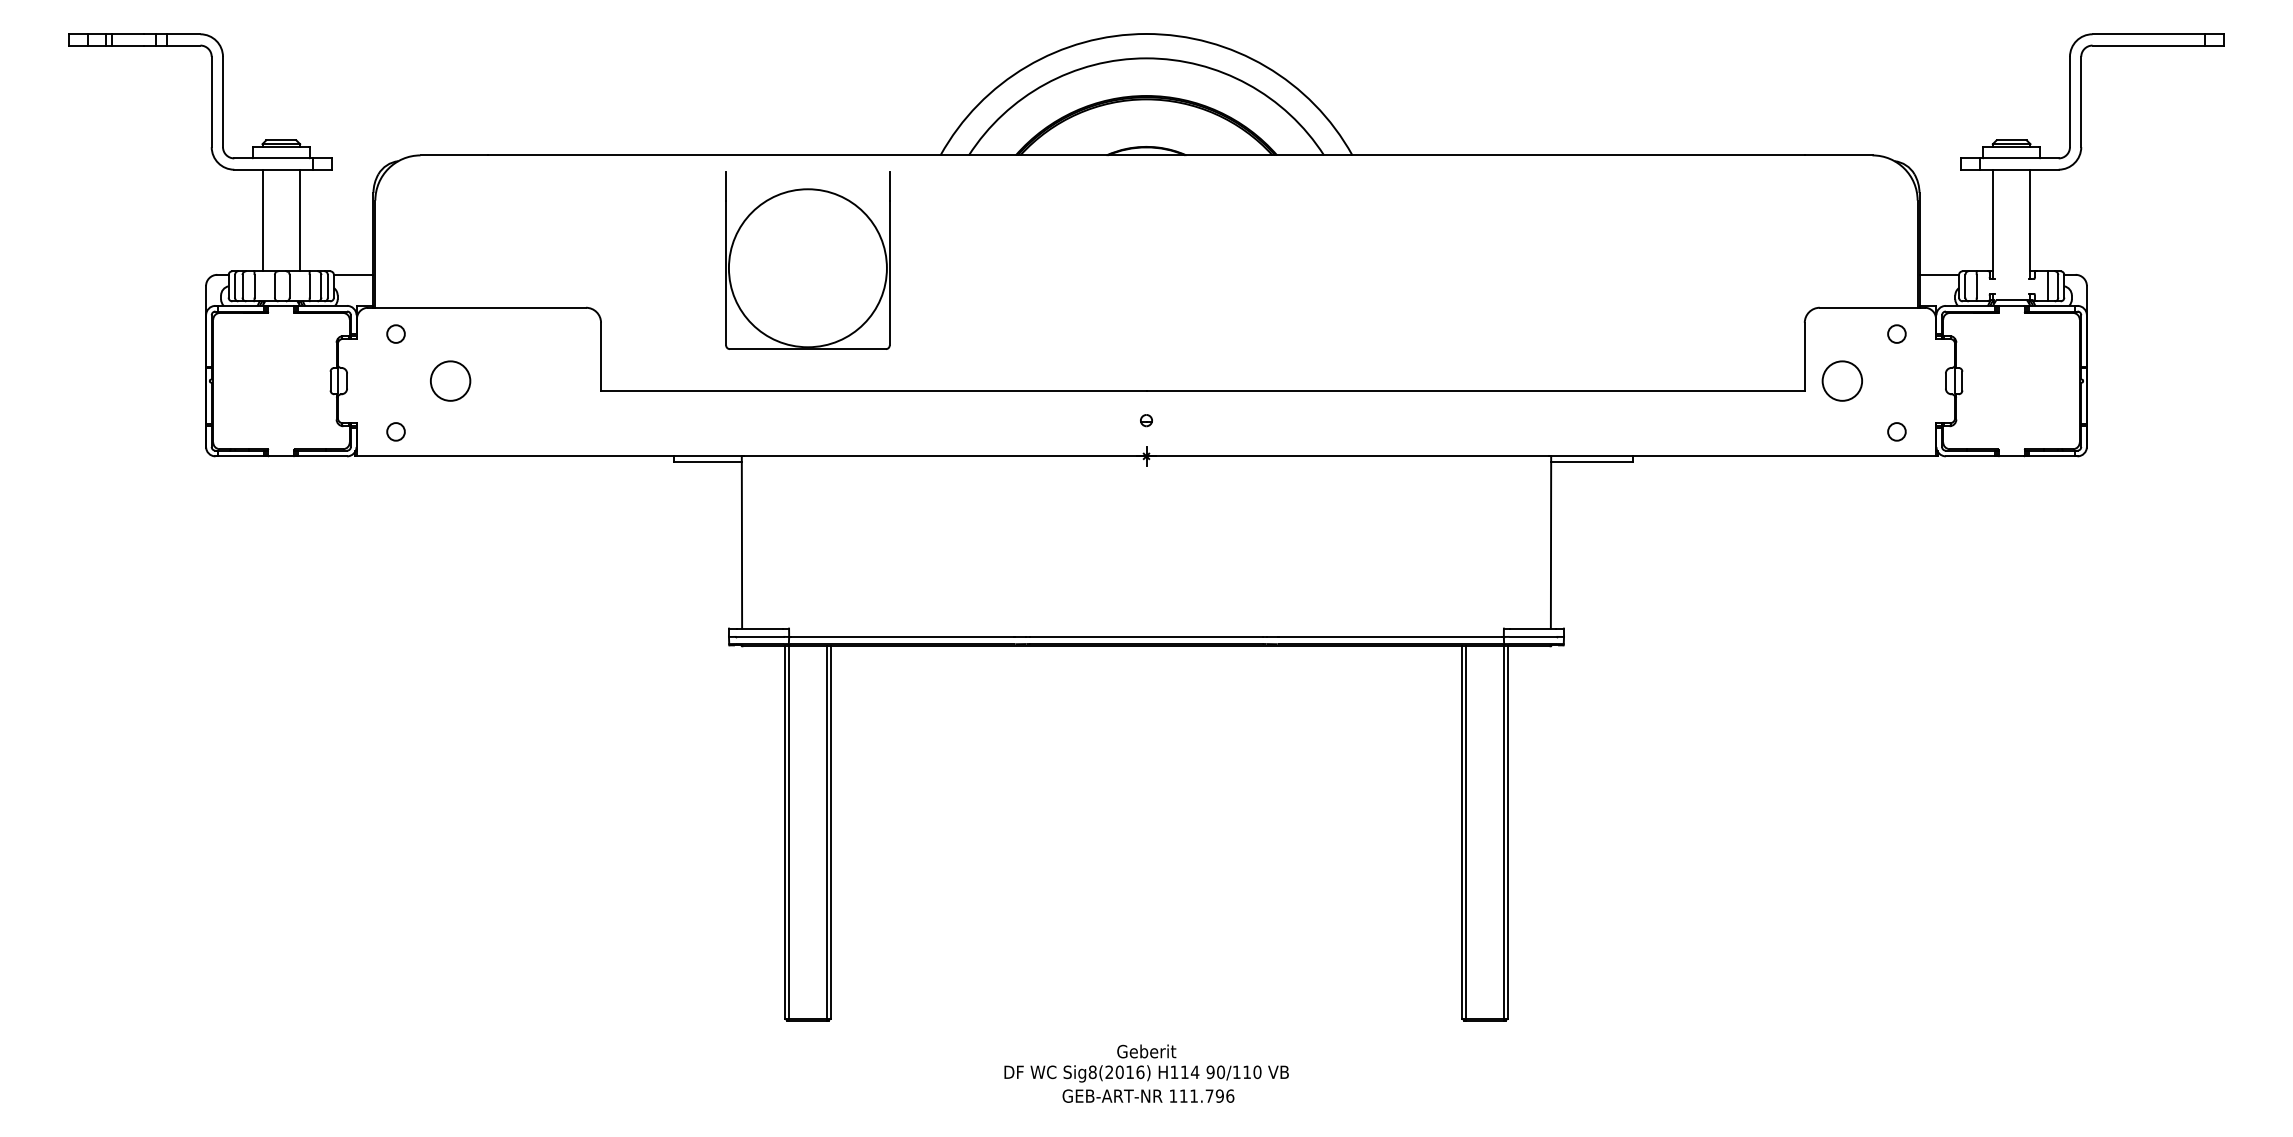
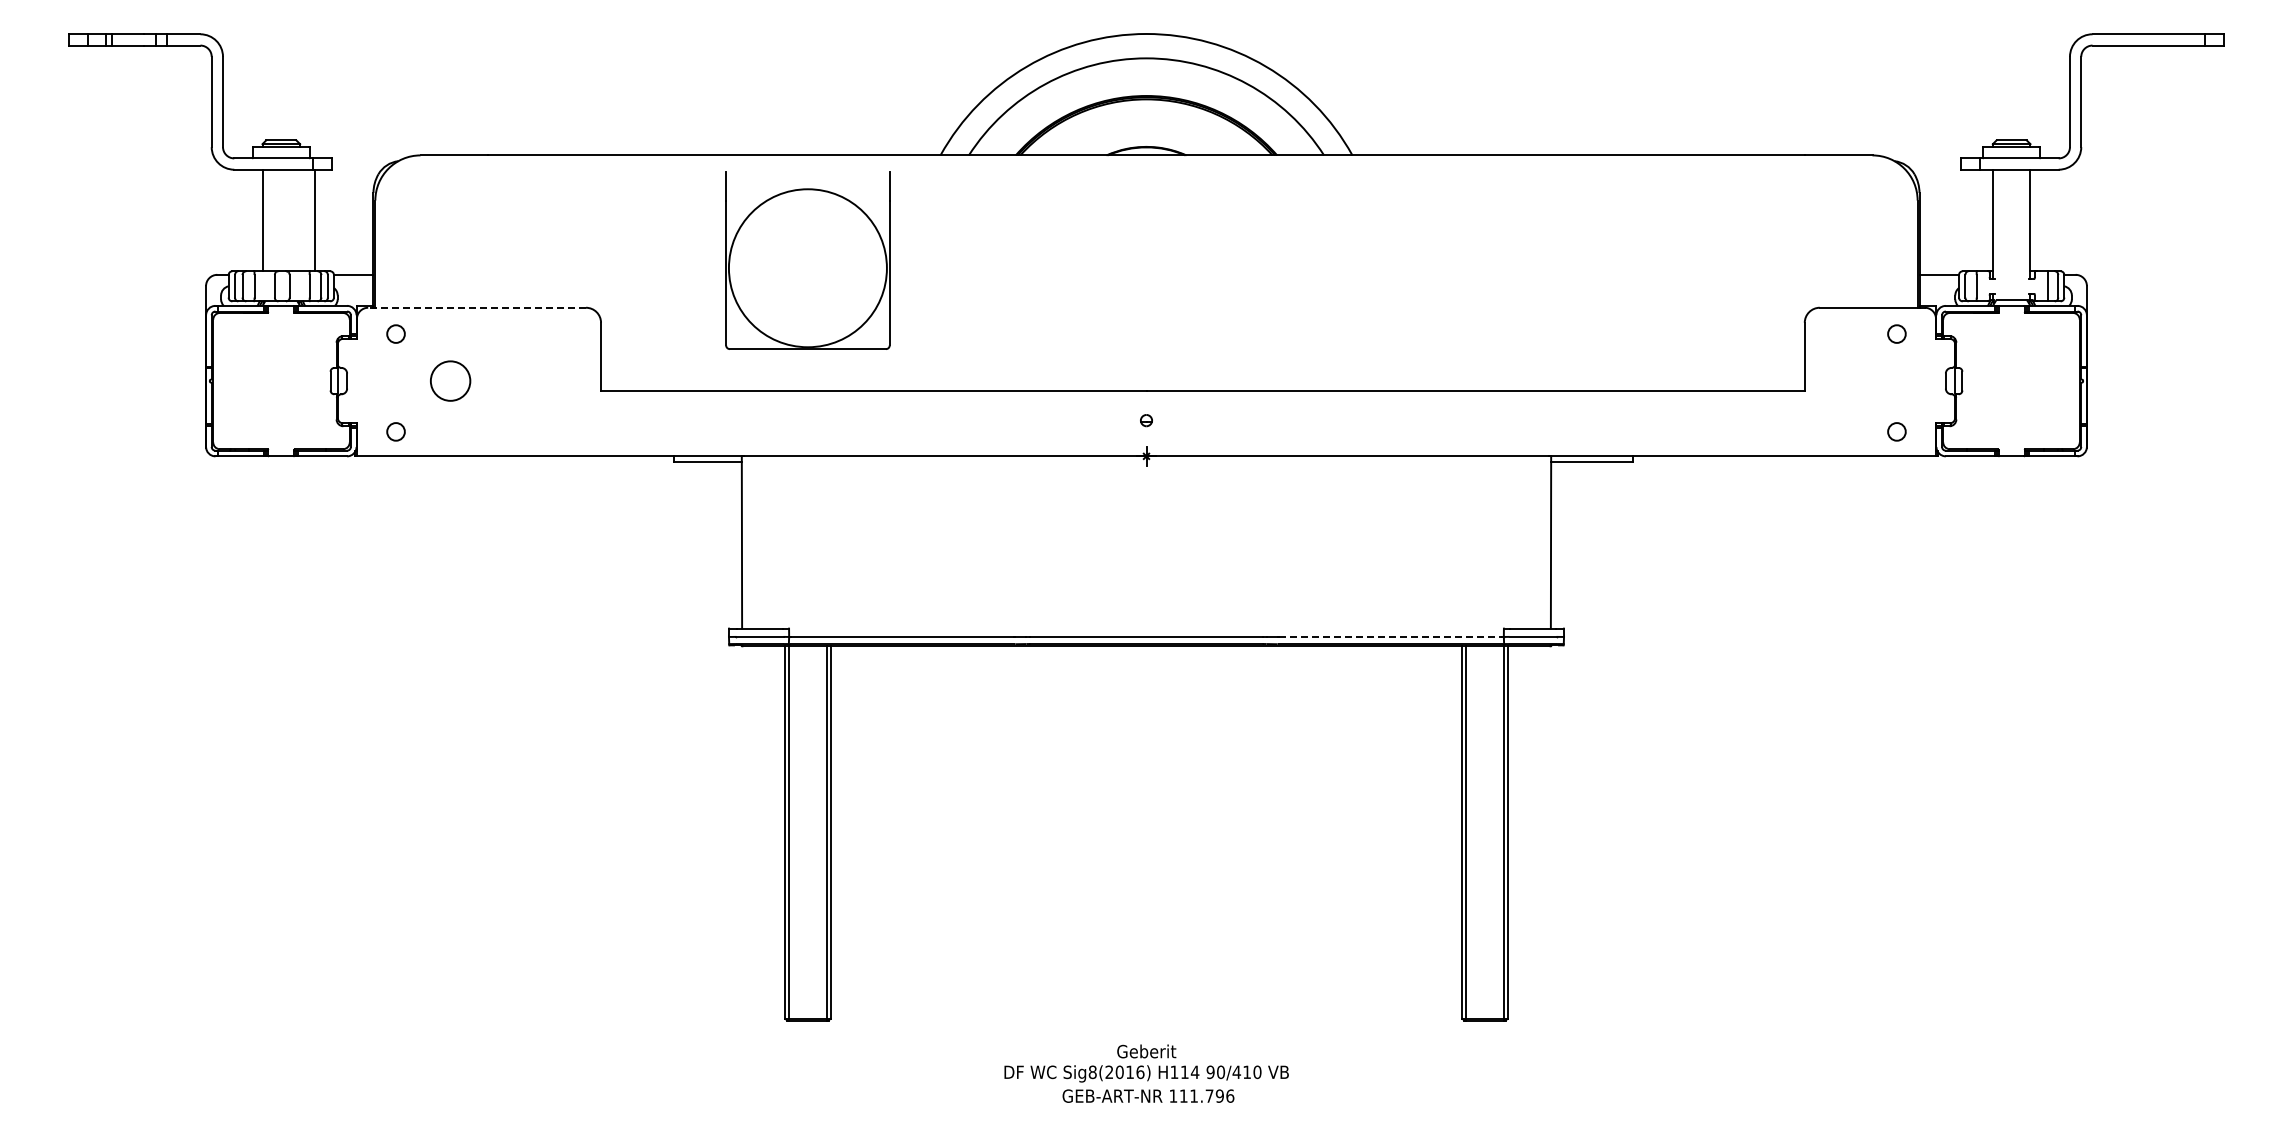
line at (300, 220) position: (300, 220) -> (315, 220)
line at (477, 307): solid -> dashed
circle at (1841, 380): present -> none
line at (1390, 636): solid -> dashed
text at (1236, 1071): 90/110 -> 90/410
